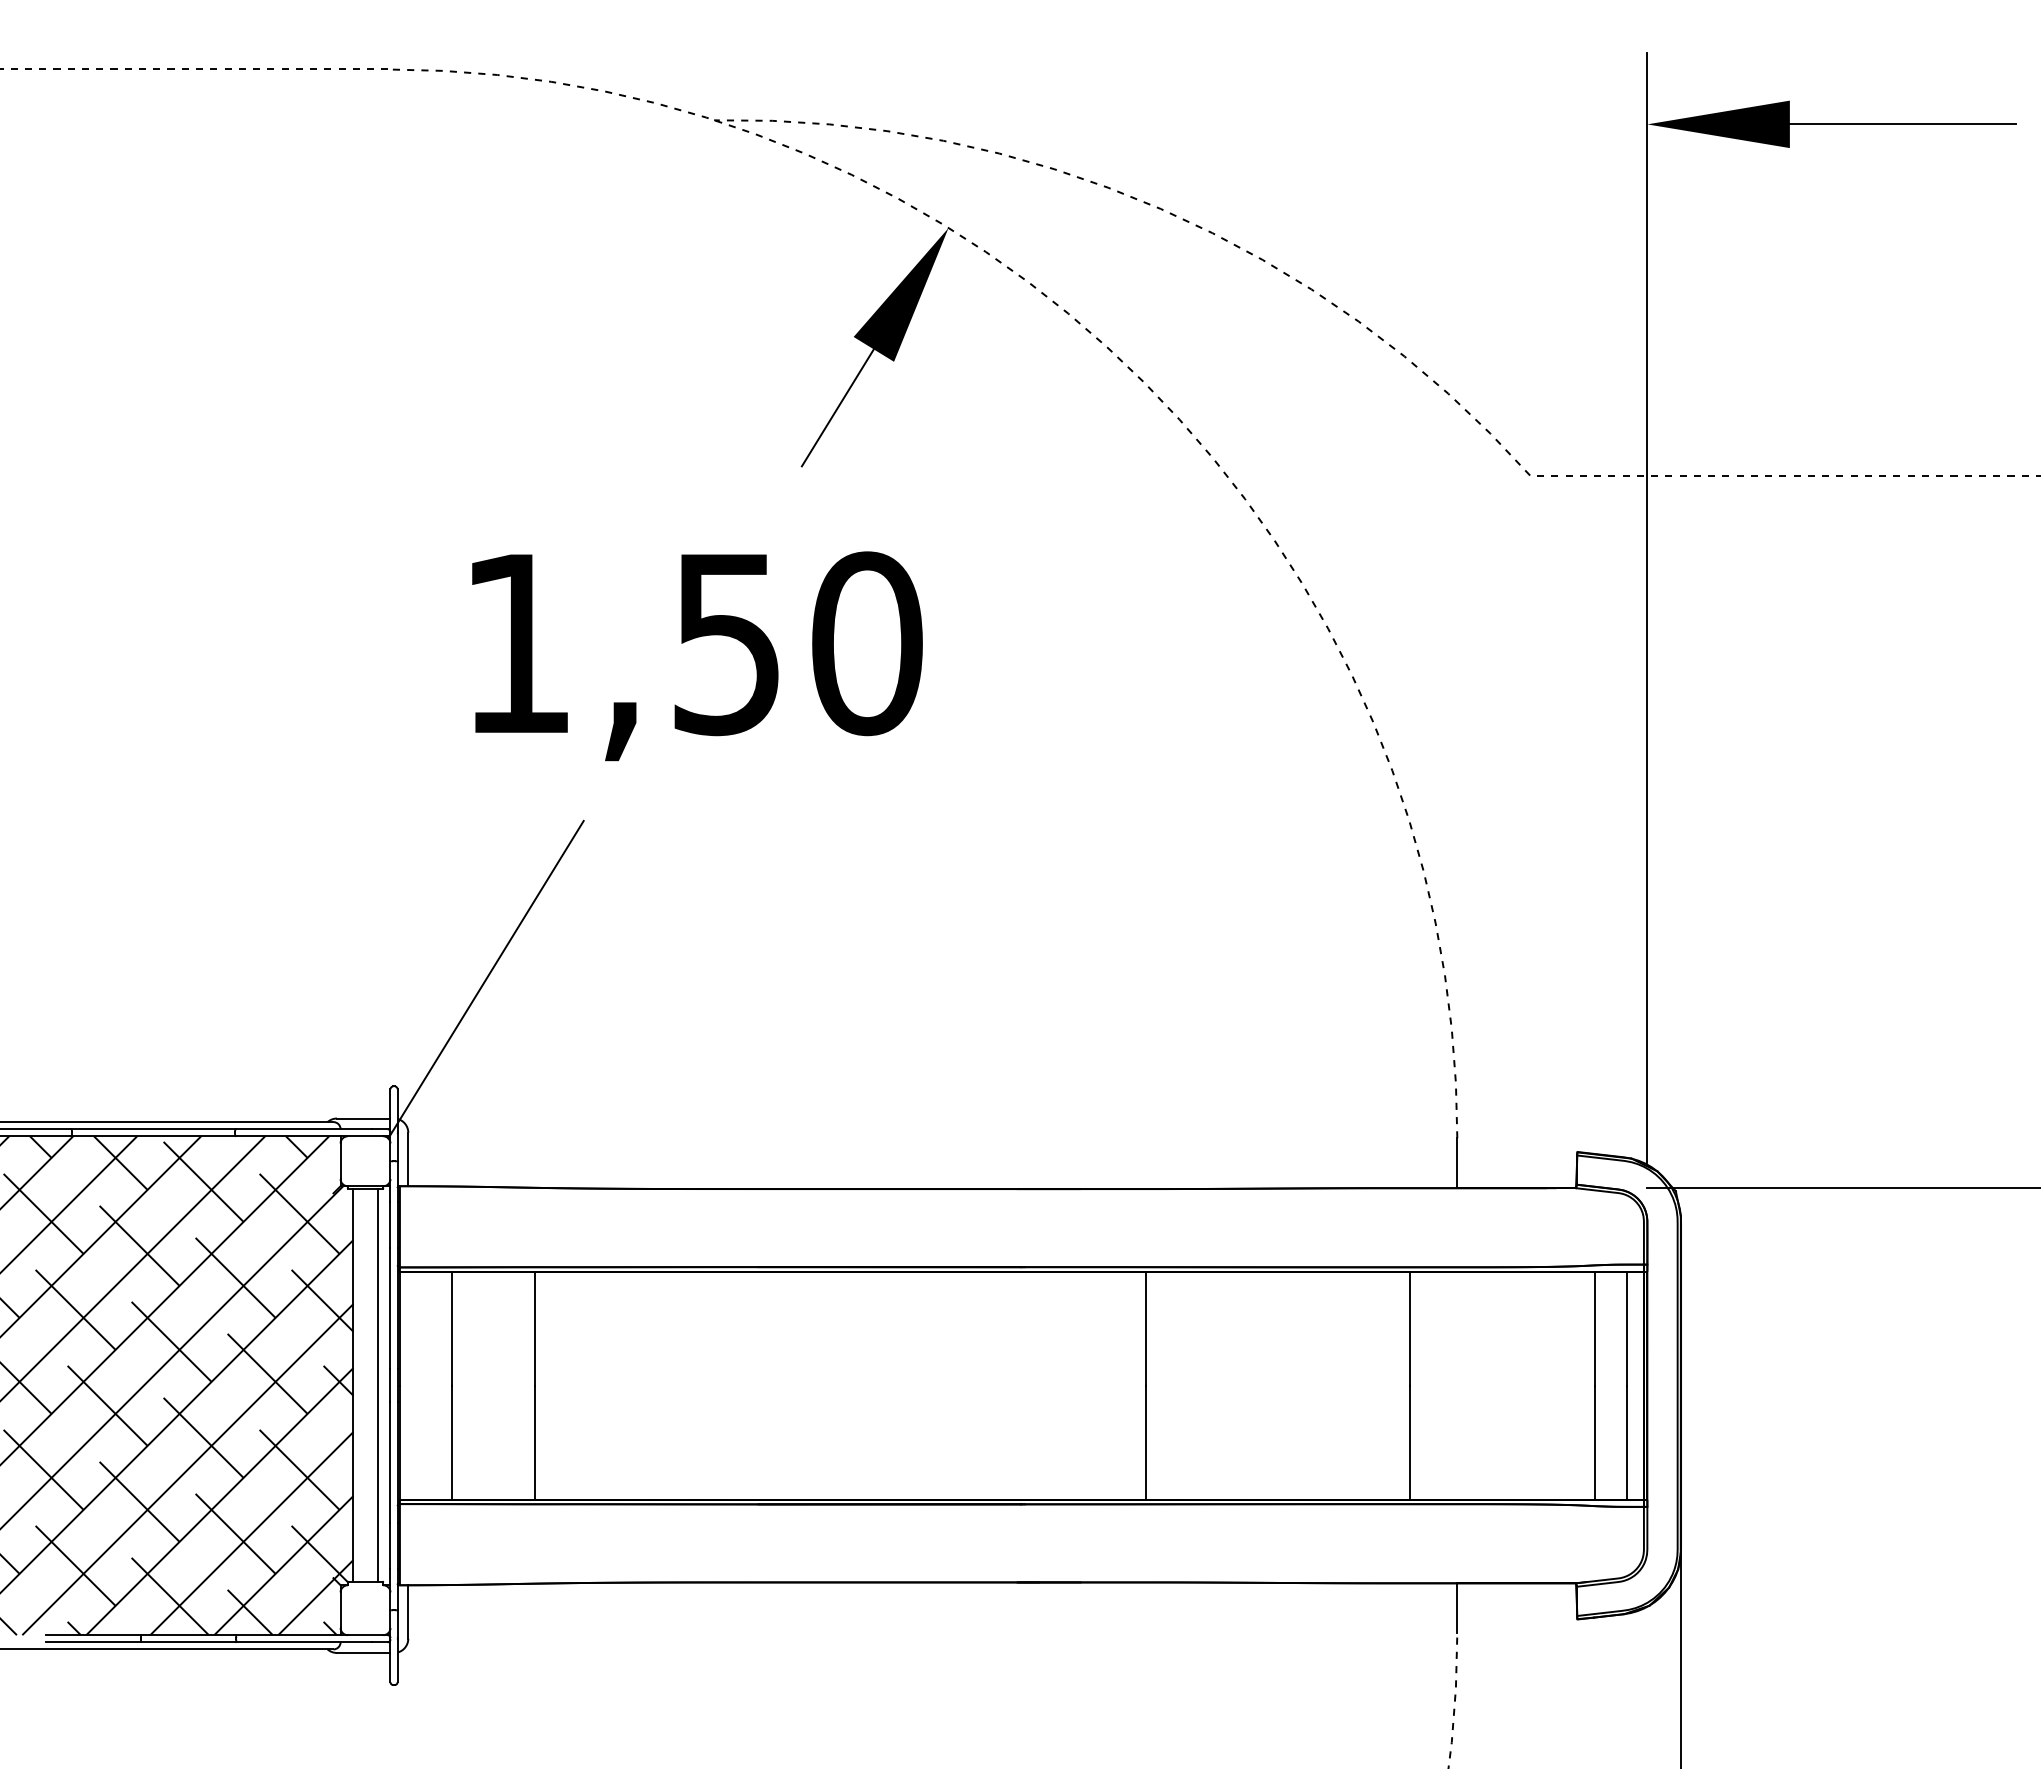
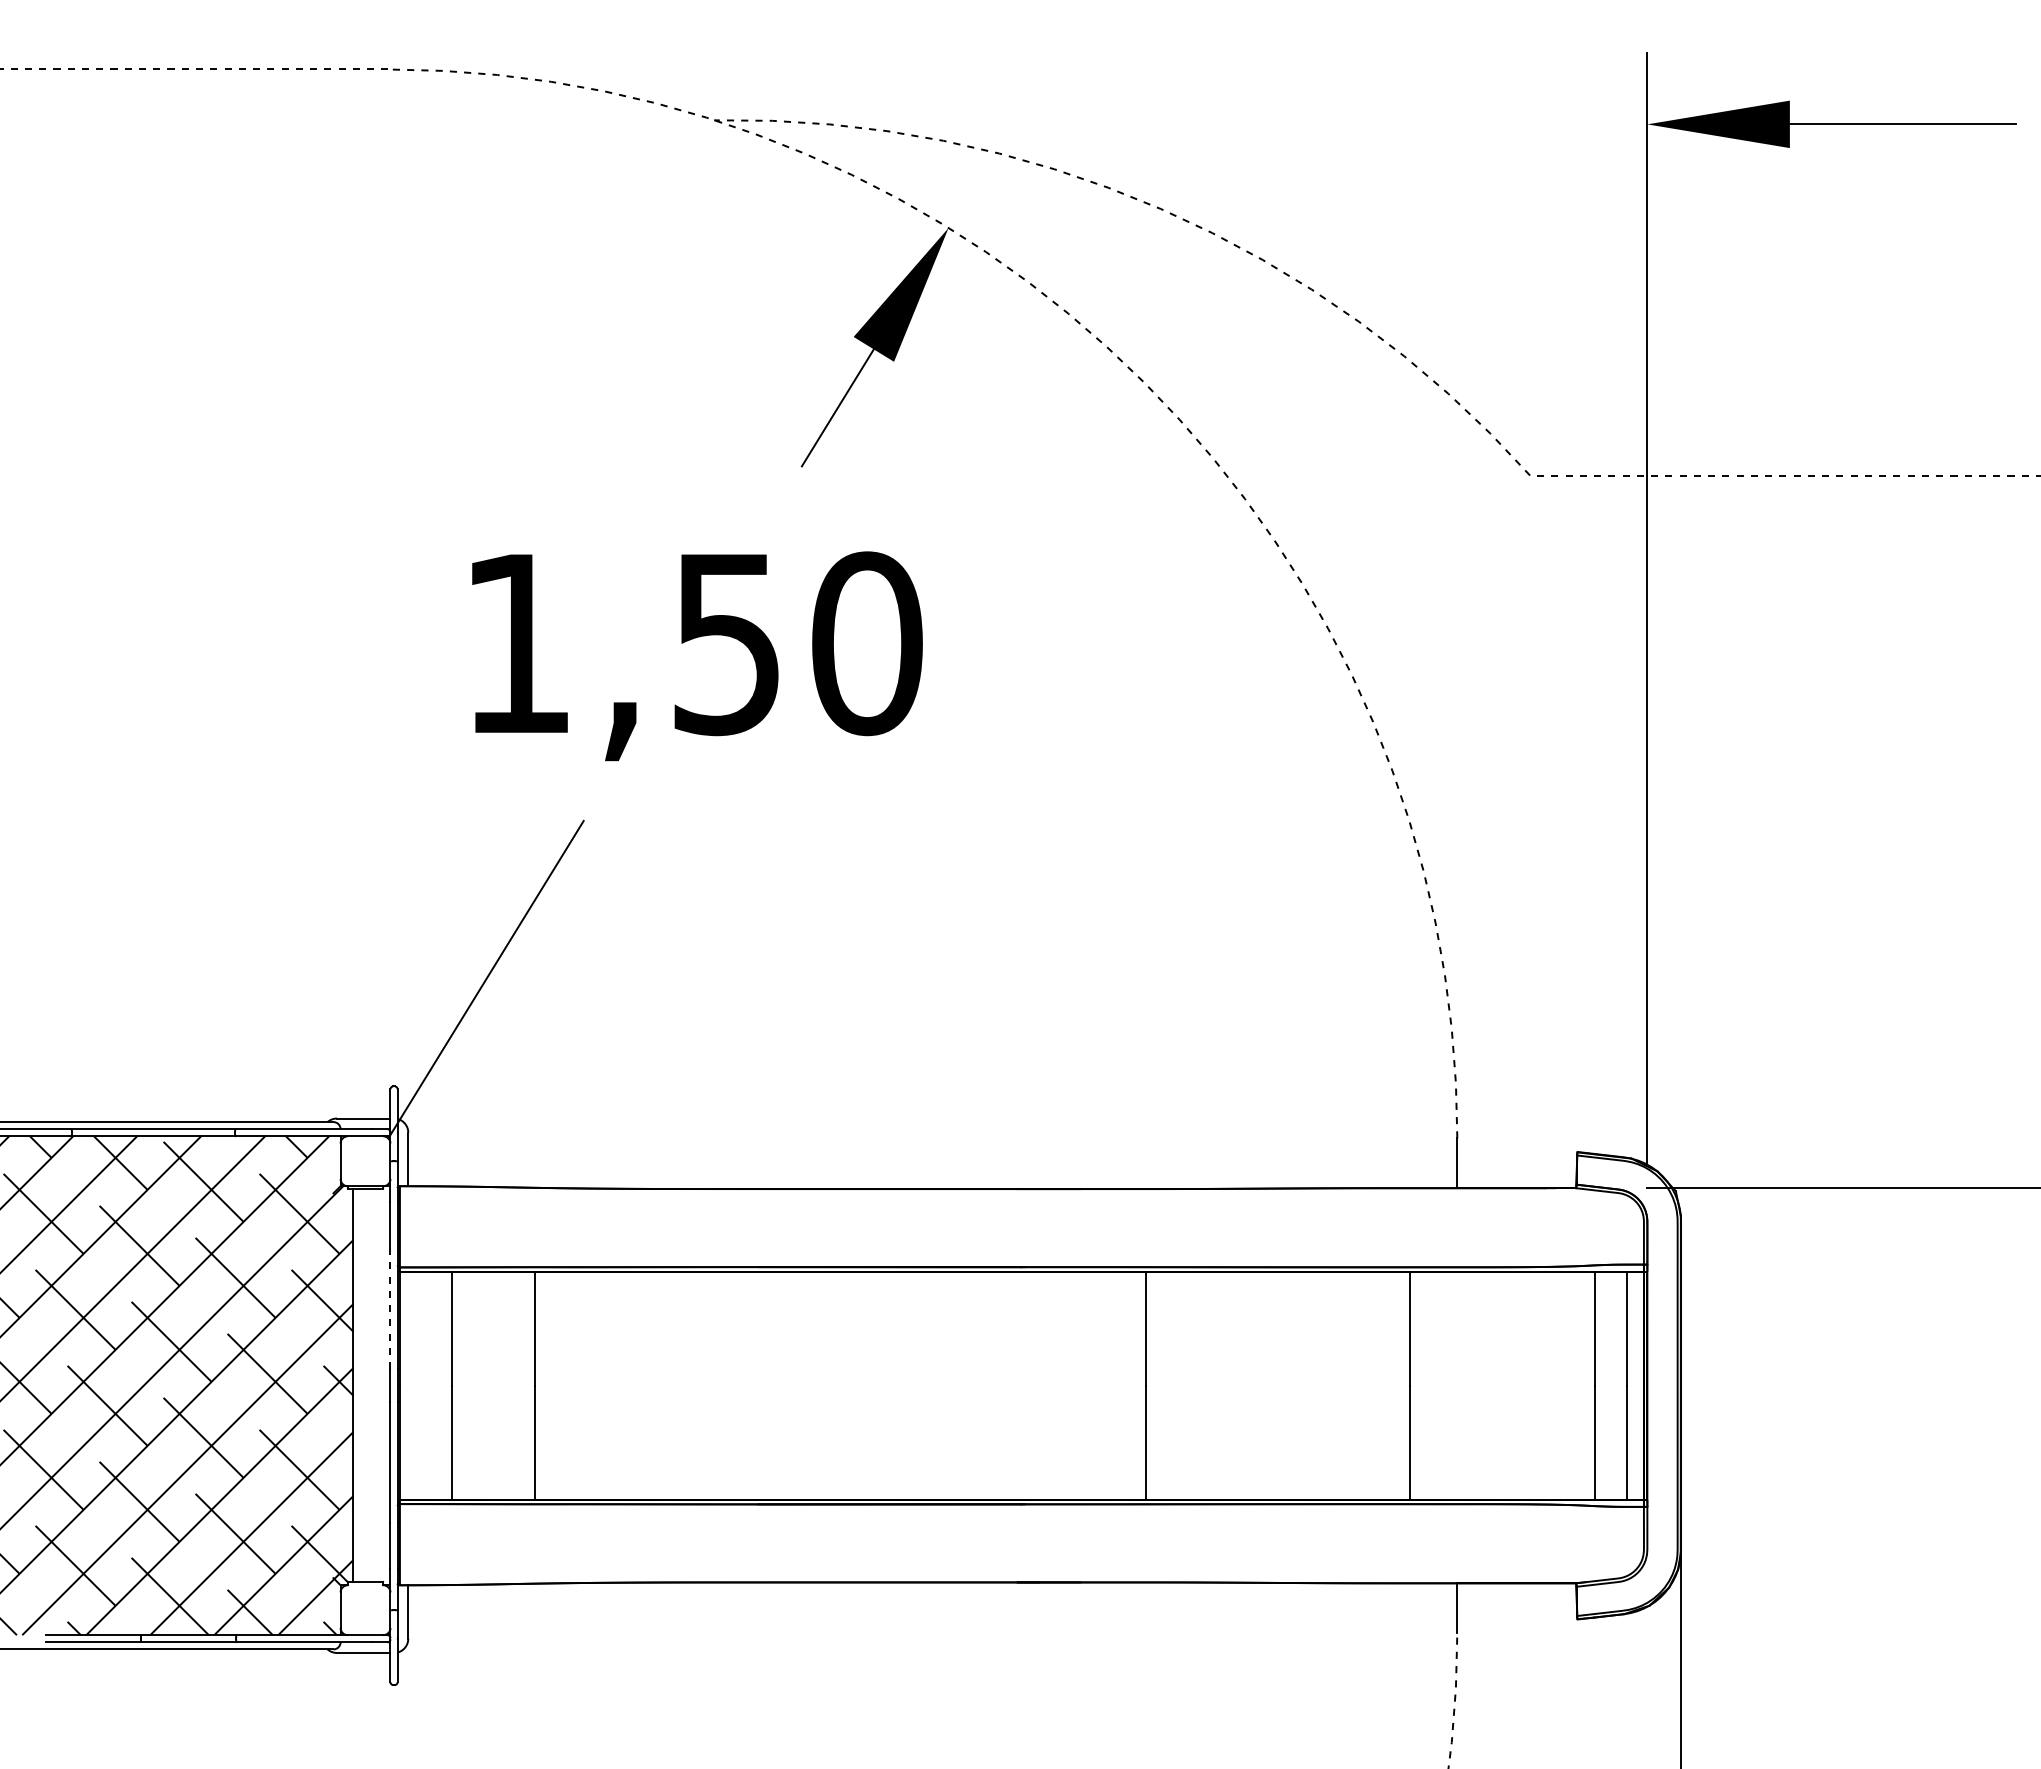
line at (390, 1308): solid -> dashed
line at (377, 1385): present -> none
